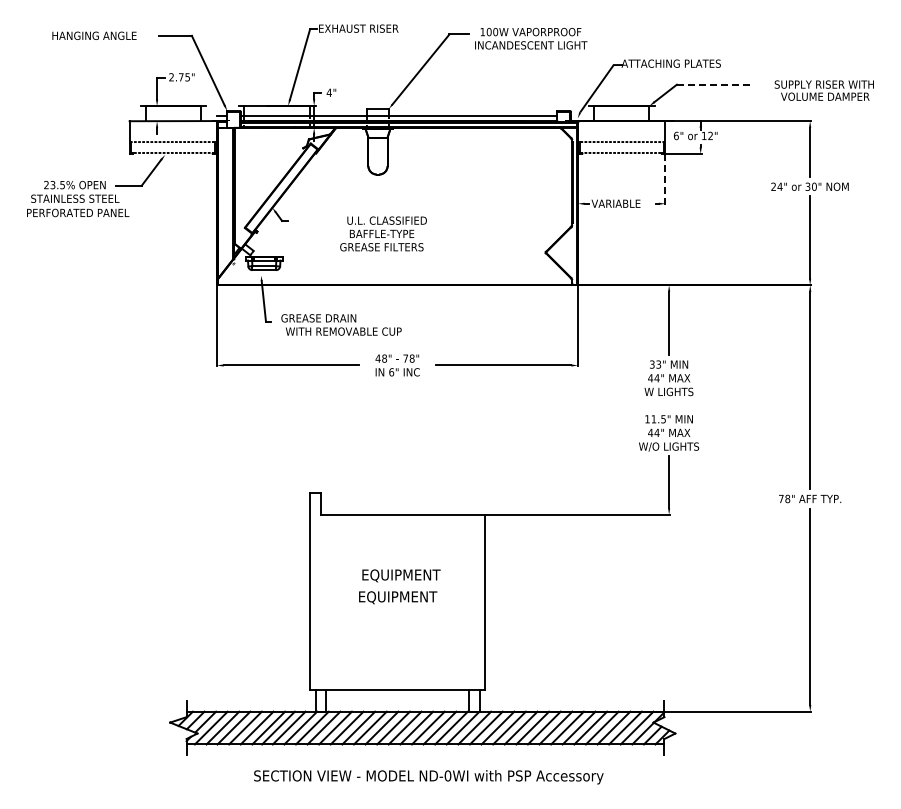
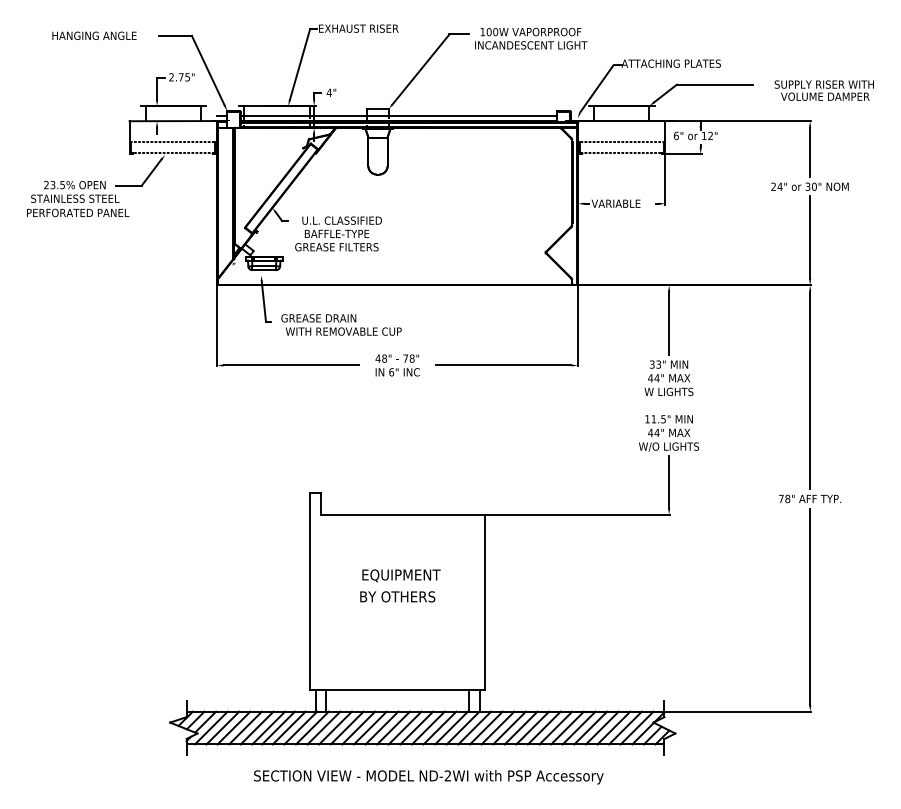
line at (715, 84): dashed -> solid
line at (665, 179): dashed -> solid
text at (383, 233) position: (383, 233) -> (338, 233)
text at (398, 597): EQUIPMENT -> BY OTHERS
text at (447, 775): ND-0WI -> ND-2WI
